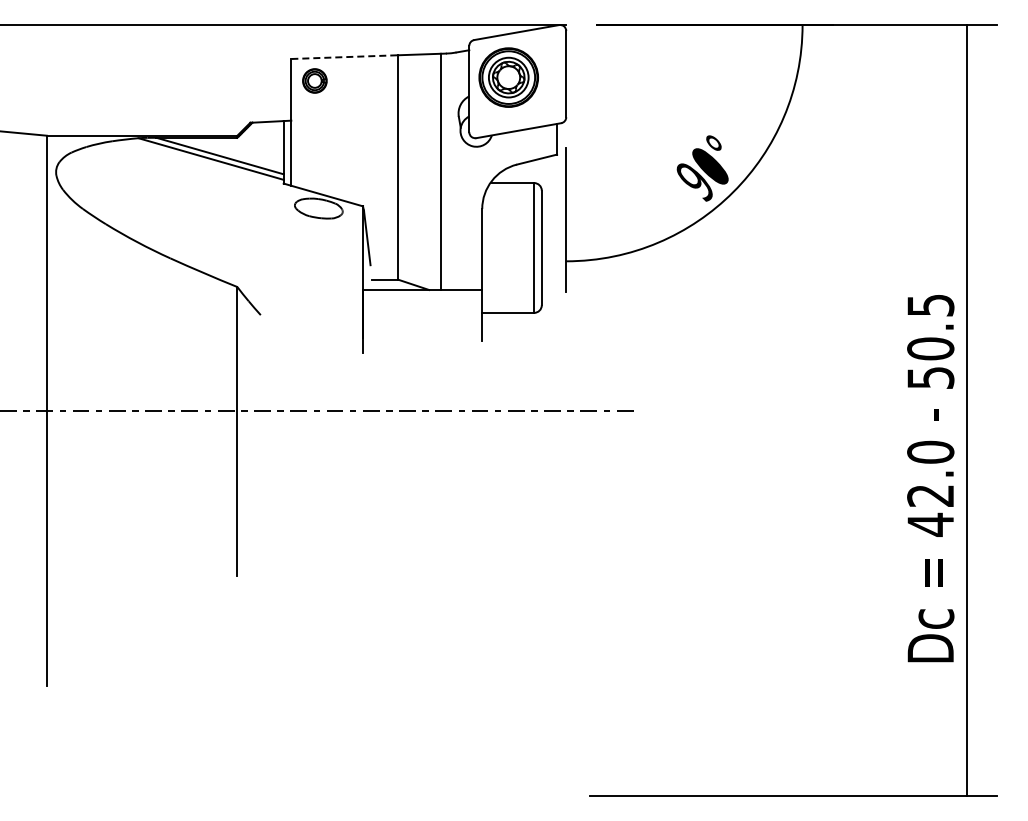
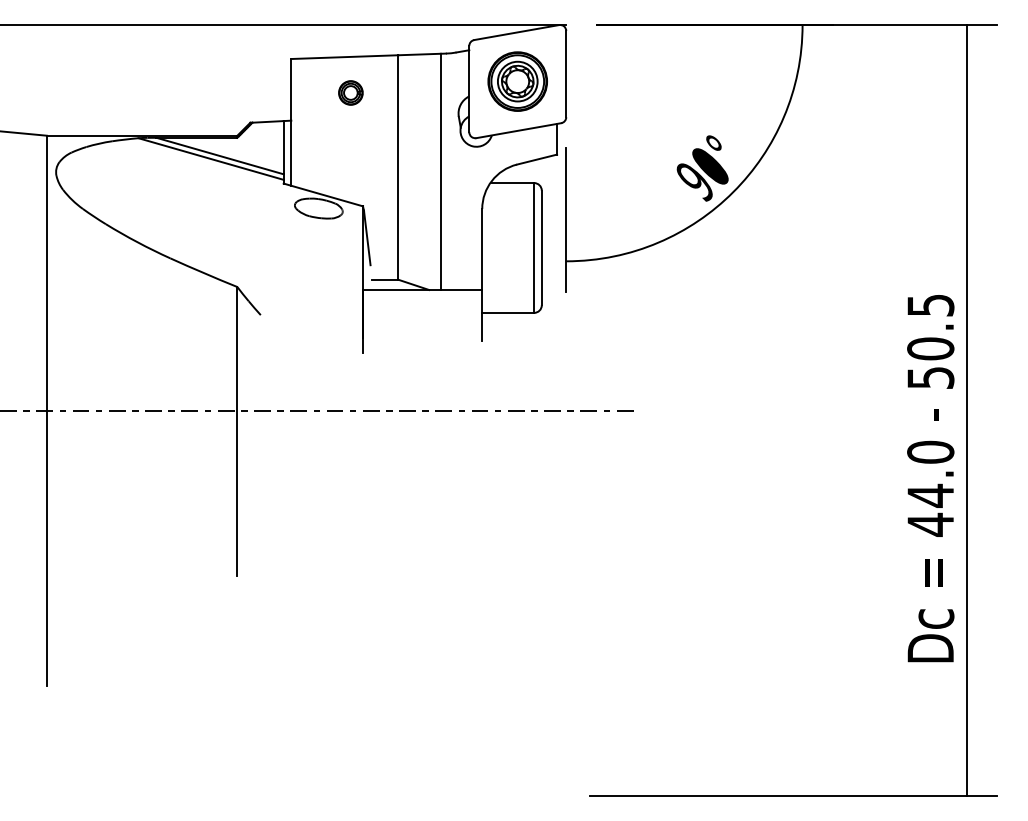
line at (345, 57): dashed -> solid
part at (508, 77) position: (508, 77) -> (517, 81)
part at (314, 80) position: (314, 80) -> (350, 92)
text at (930, 495): 42.0 -> 44.0
